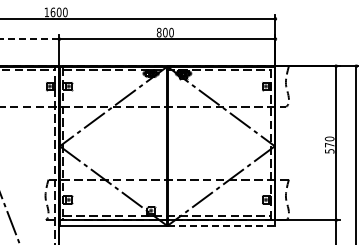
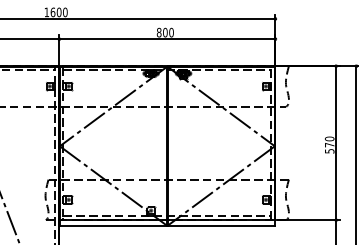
line at (30, 39): dashed -> solid
line at (221, 225): dashed -> solid
